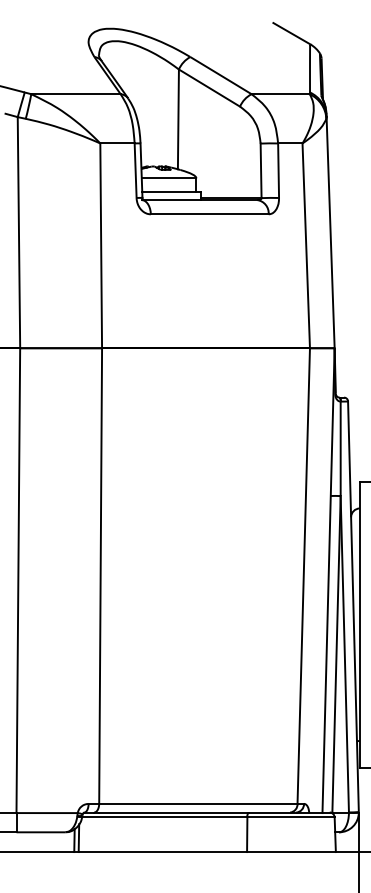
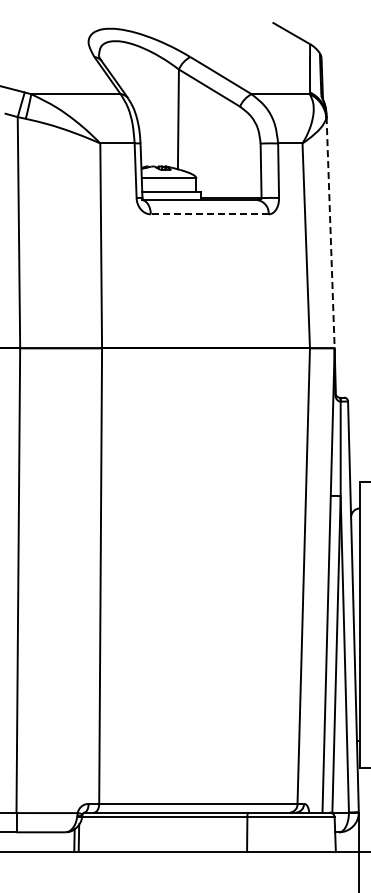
line at (209, 214): solid -> dashed
line at (330, 232): solid -> dashed
